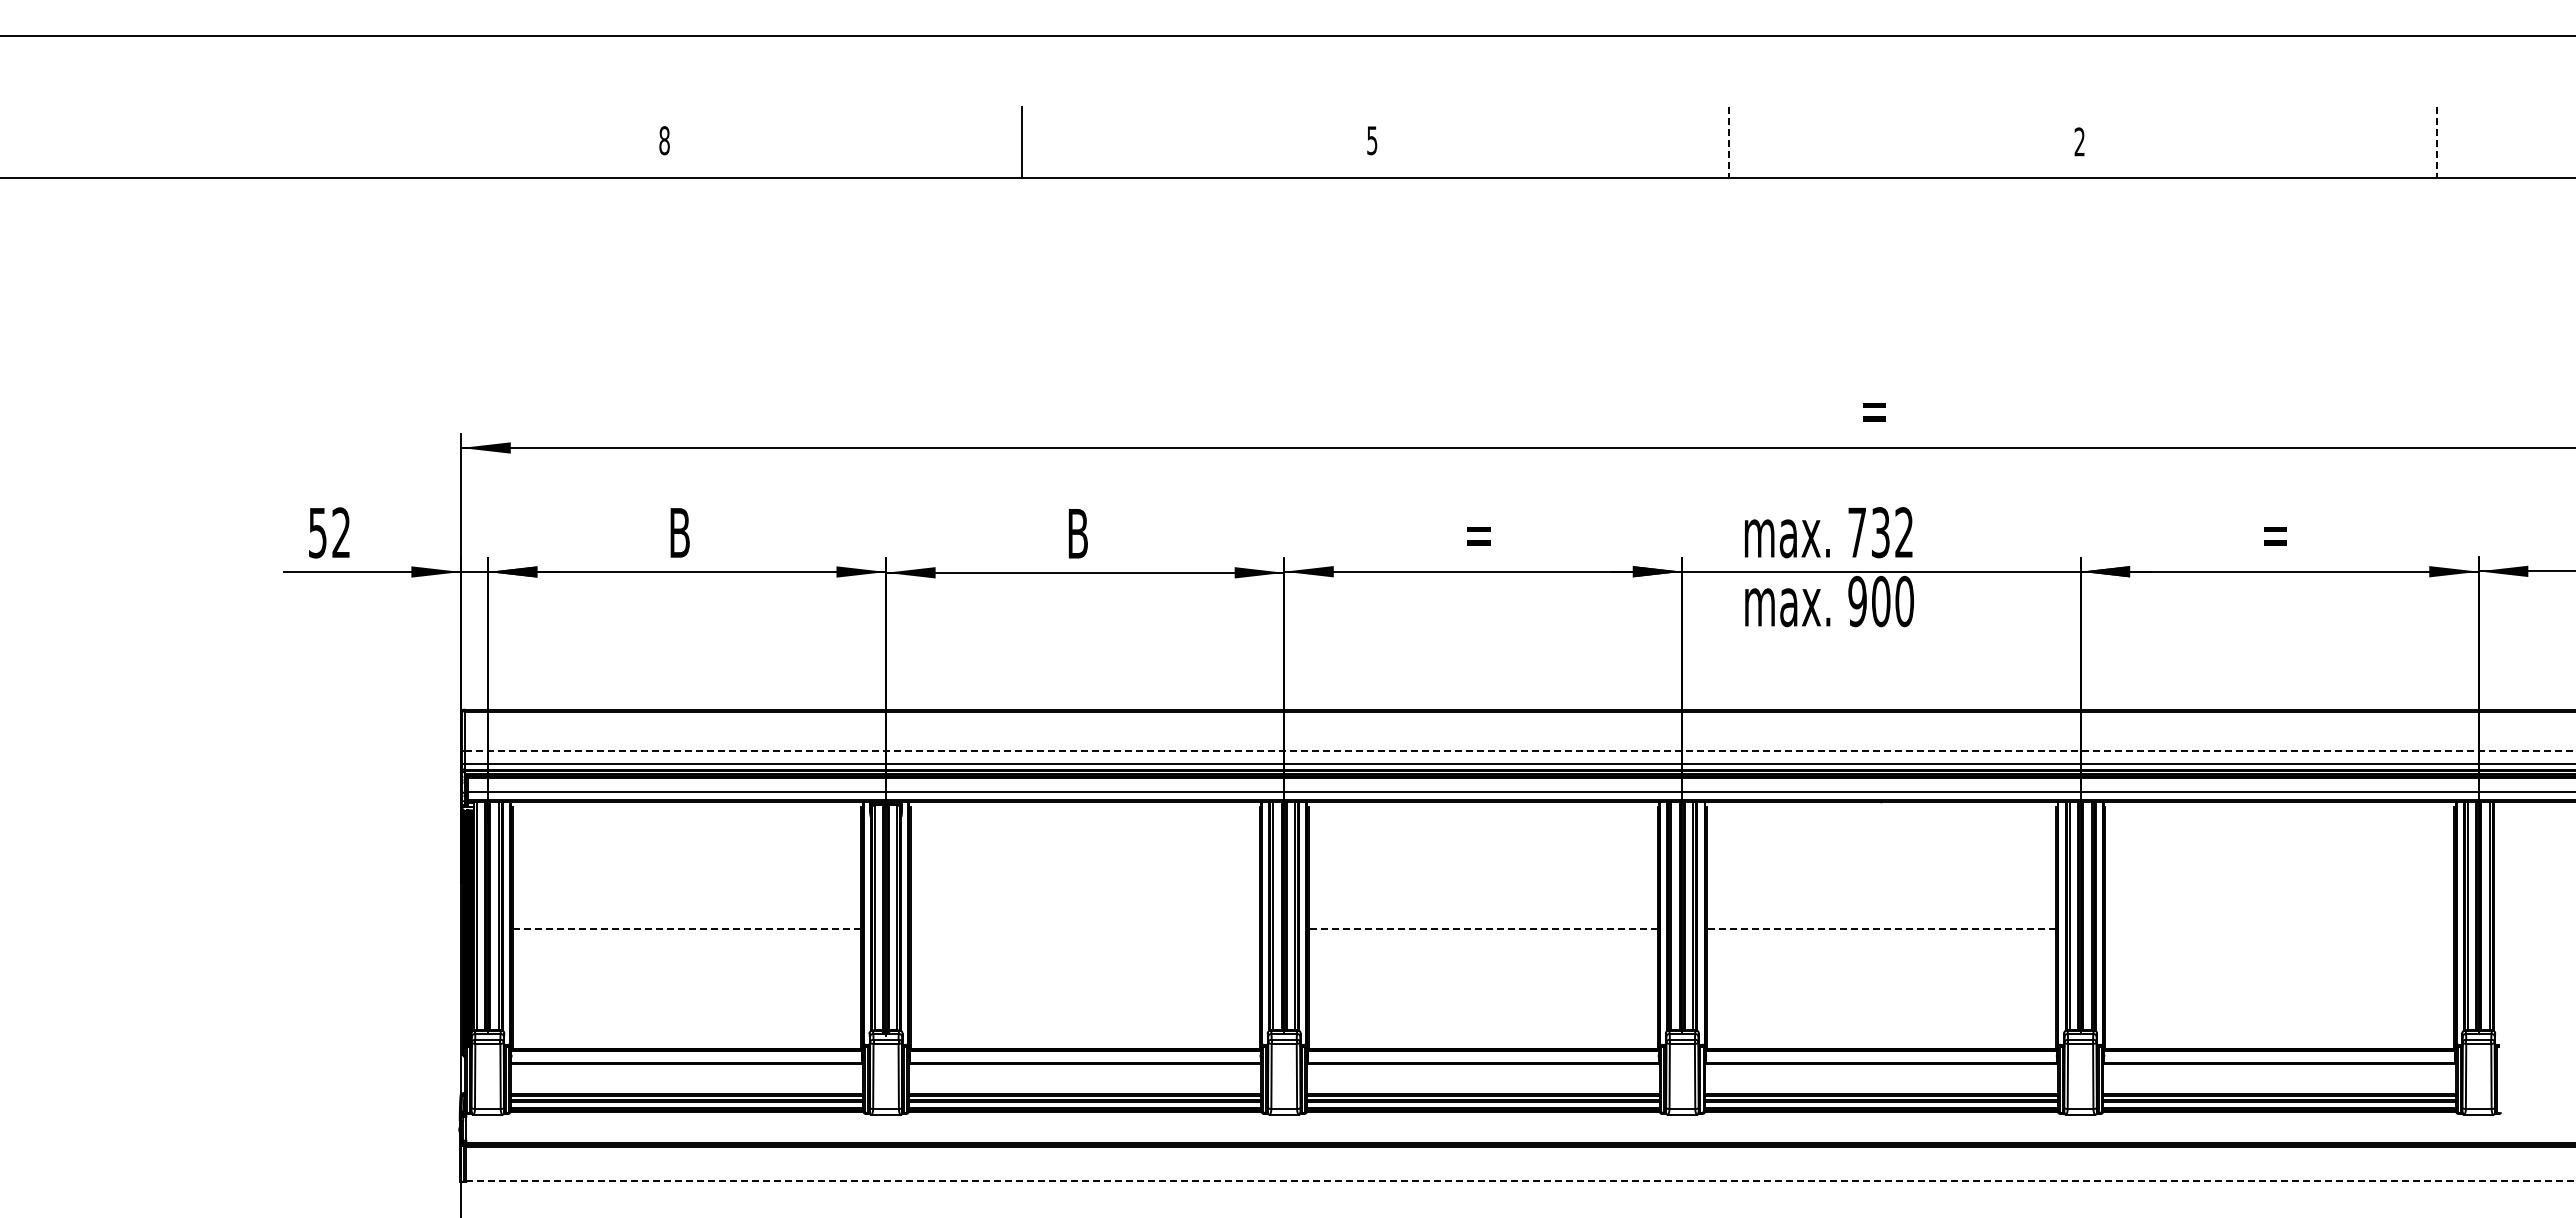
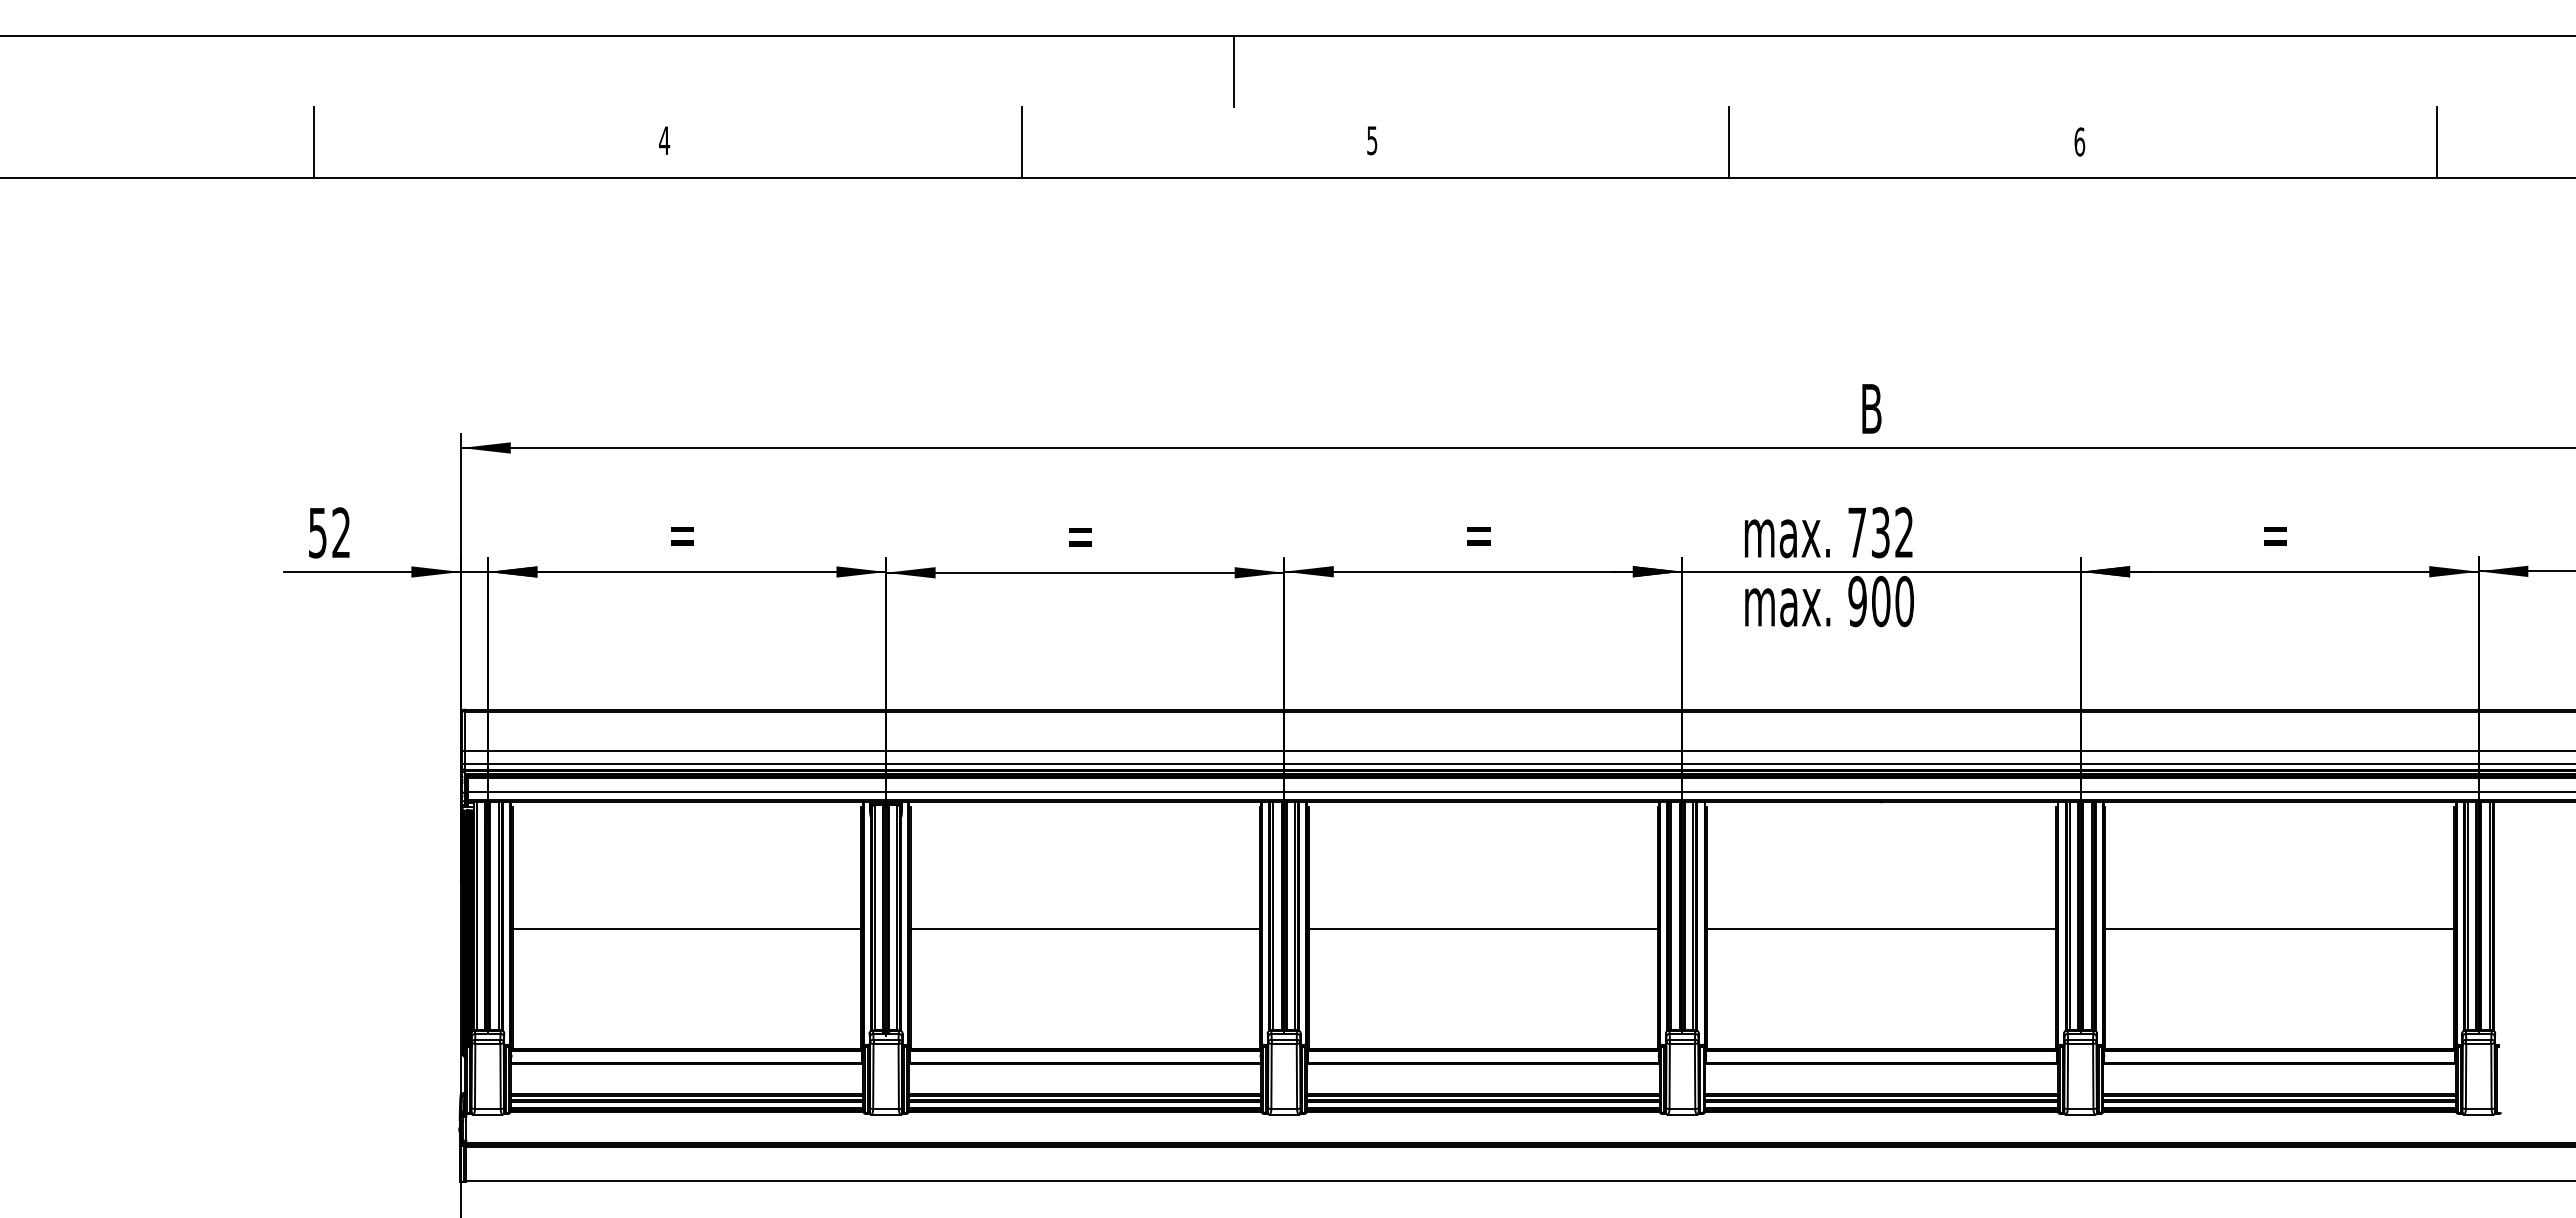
line at (1234, 71): none -> present
text at (664, 140): 8 -> 4
text at (2079, 141): 2 -> 6
line at (314, 142): none -> present
line at (1729, 143): dashed -> solid
line at (2437, 143): dashed -> solid
text at (1873, 408): = -> B
text at (681, 532): B -> =
text at (1079, 533): B -> =
line at (1520, 750): dashed -> solid
line at (686, 928): dashed -> solid
line at (1084, 928): none -> present
line at (1482, 928): dashed -> solid
line at (1880, 928): dashed -> solid
line at (2279, 928): none -> present
line at (1521, 1181): dashed -> solid
